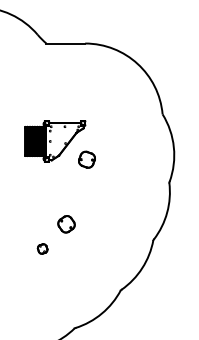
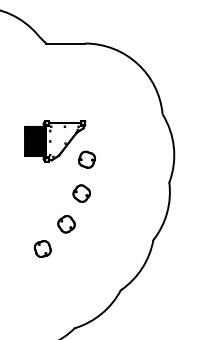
part at (81, 193): none -> present
part at (42, 248) size: 13x12 px -> 19x18 px
